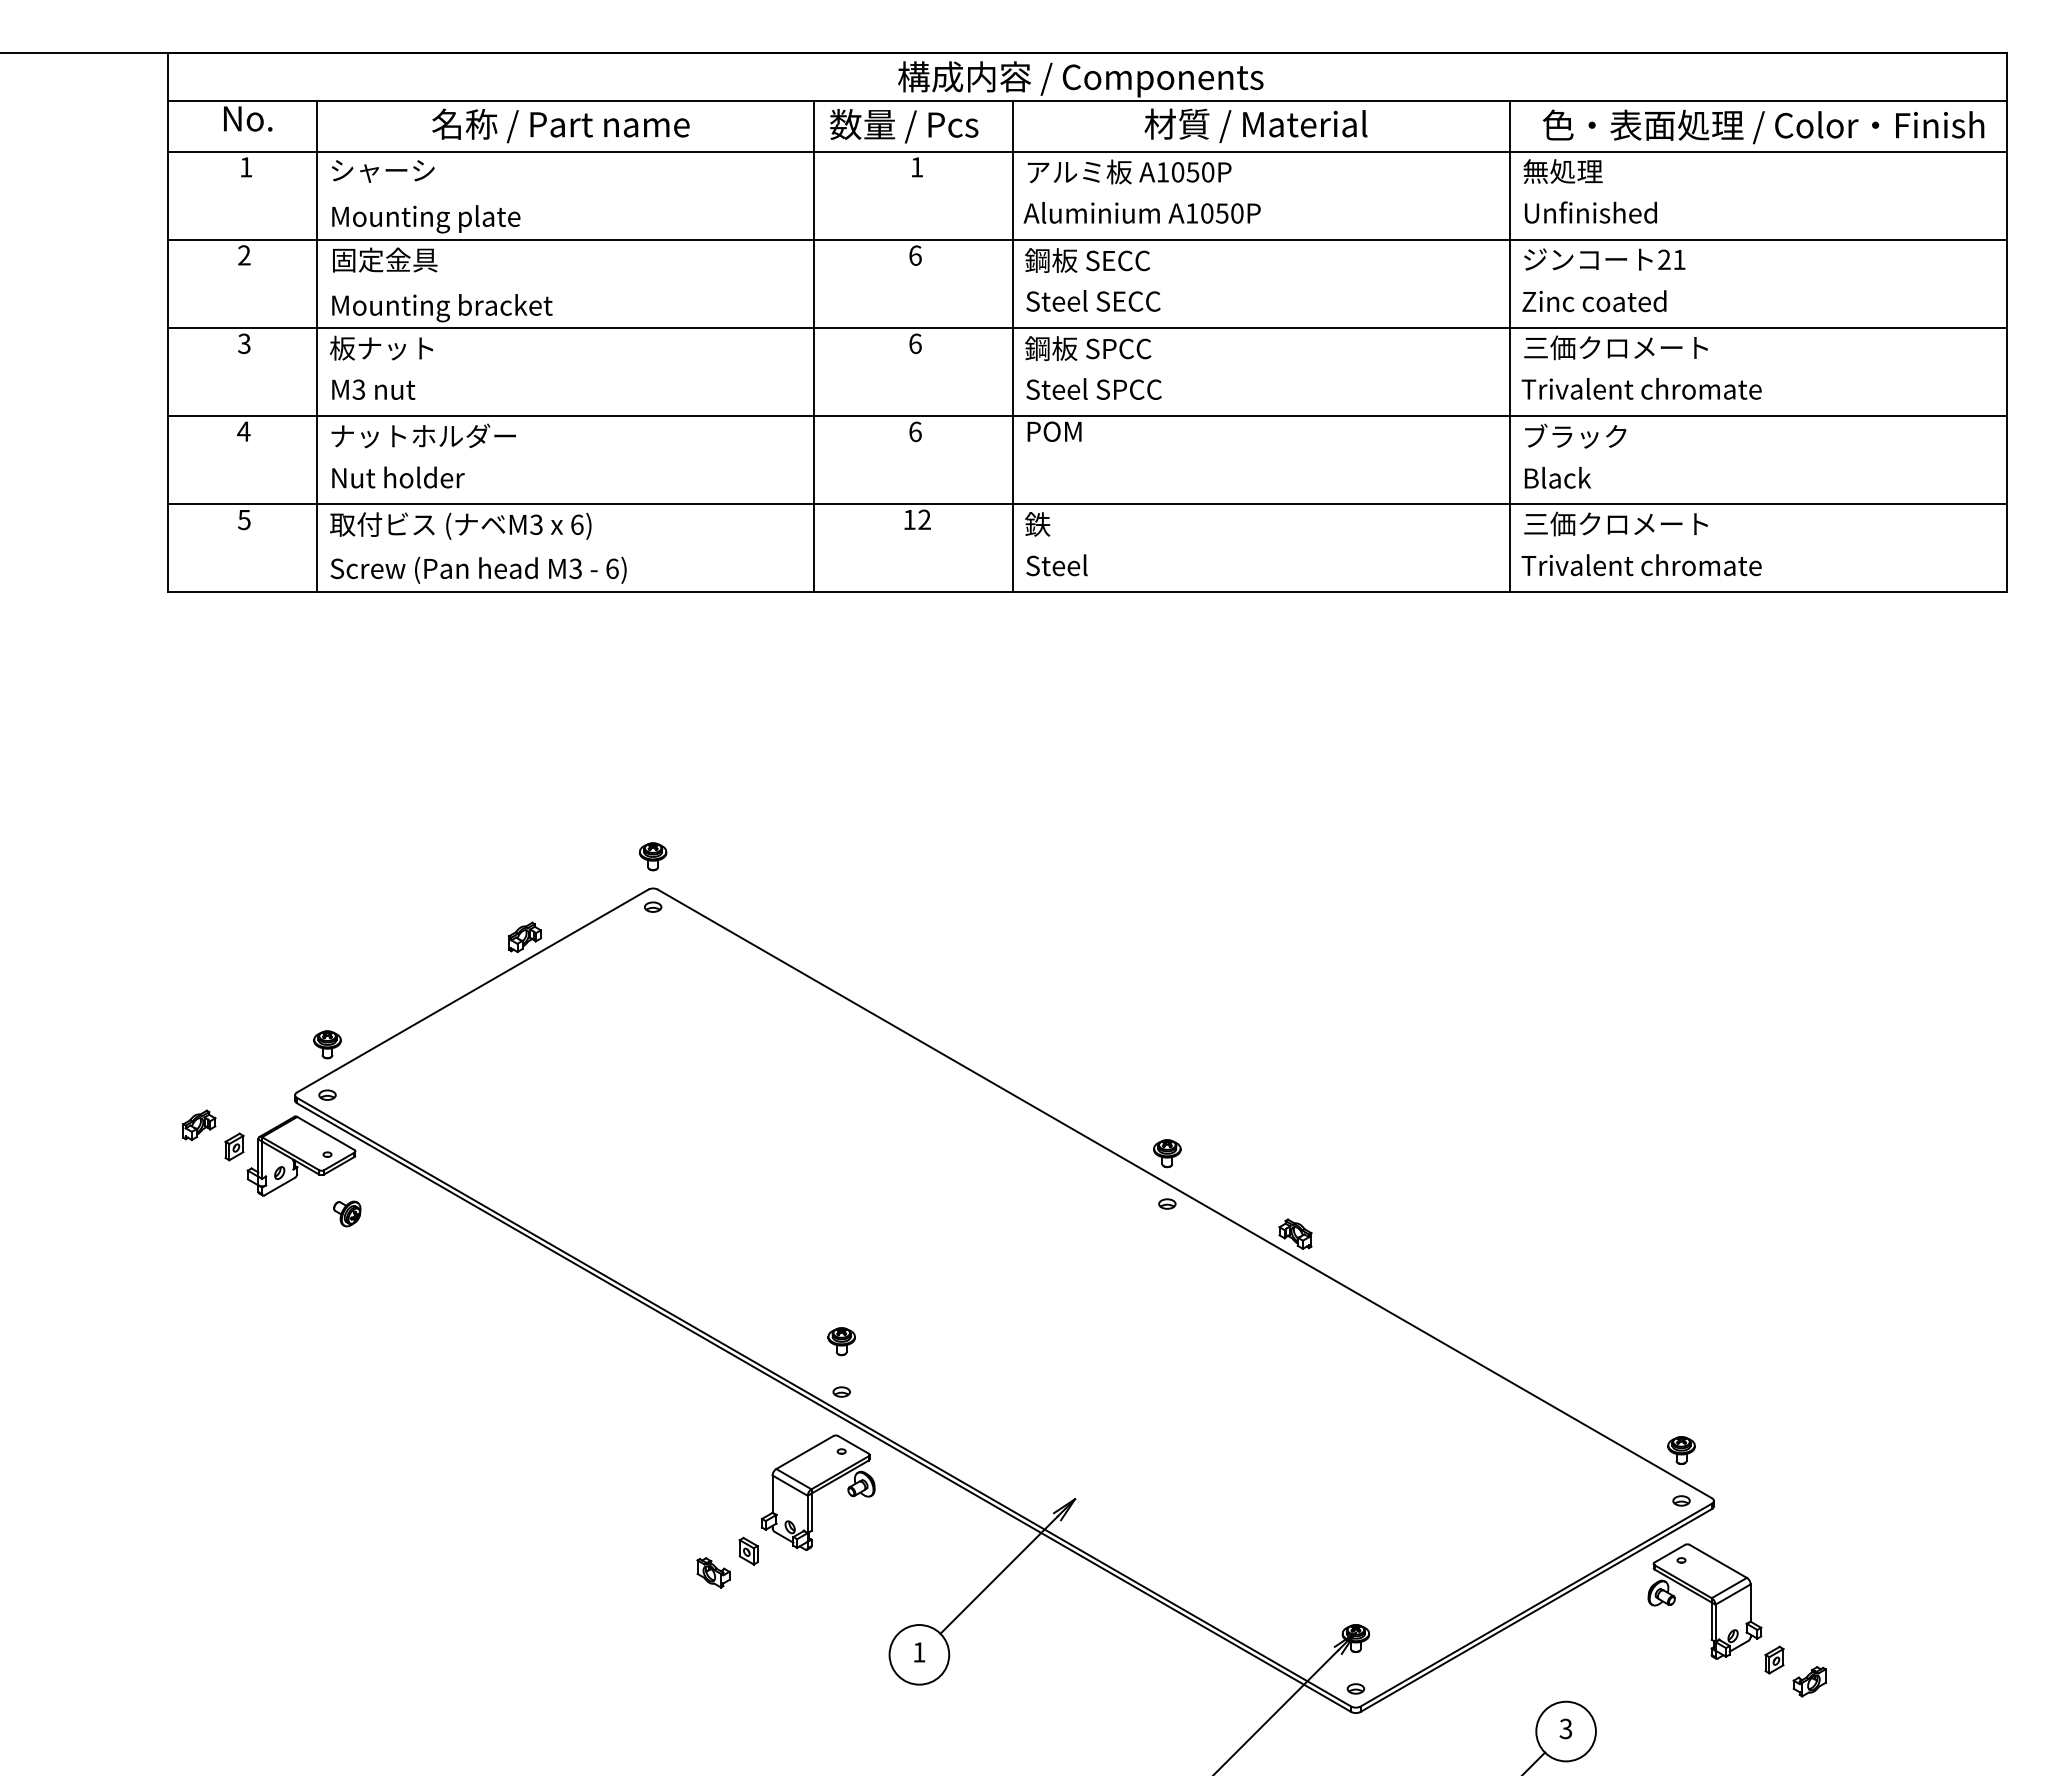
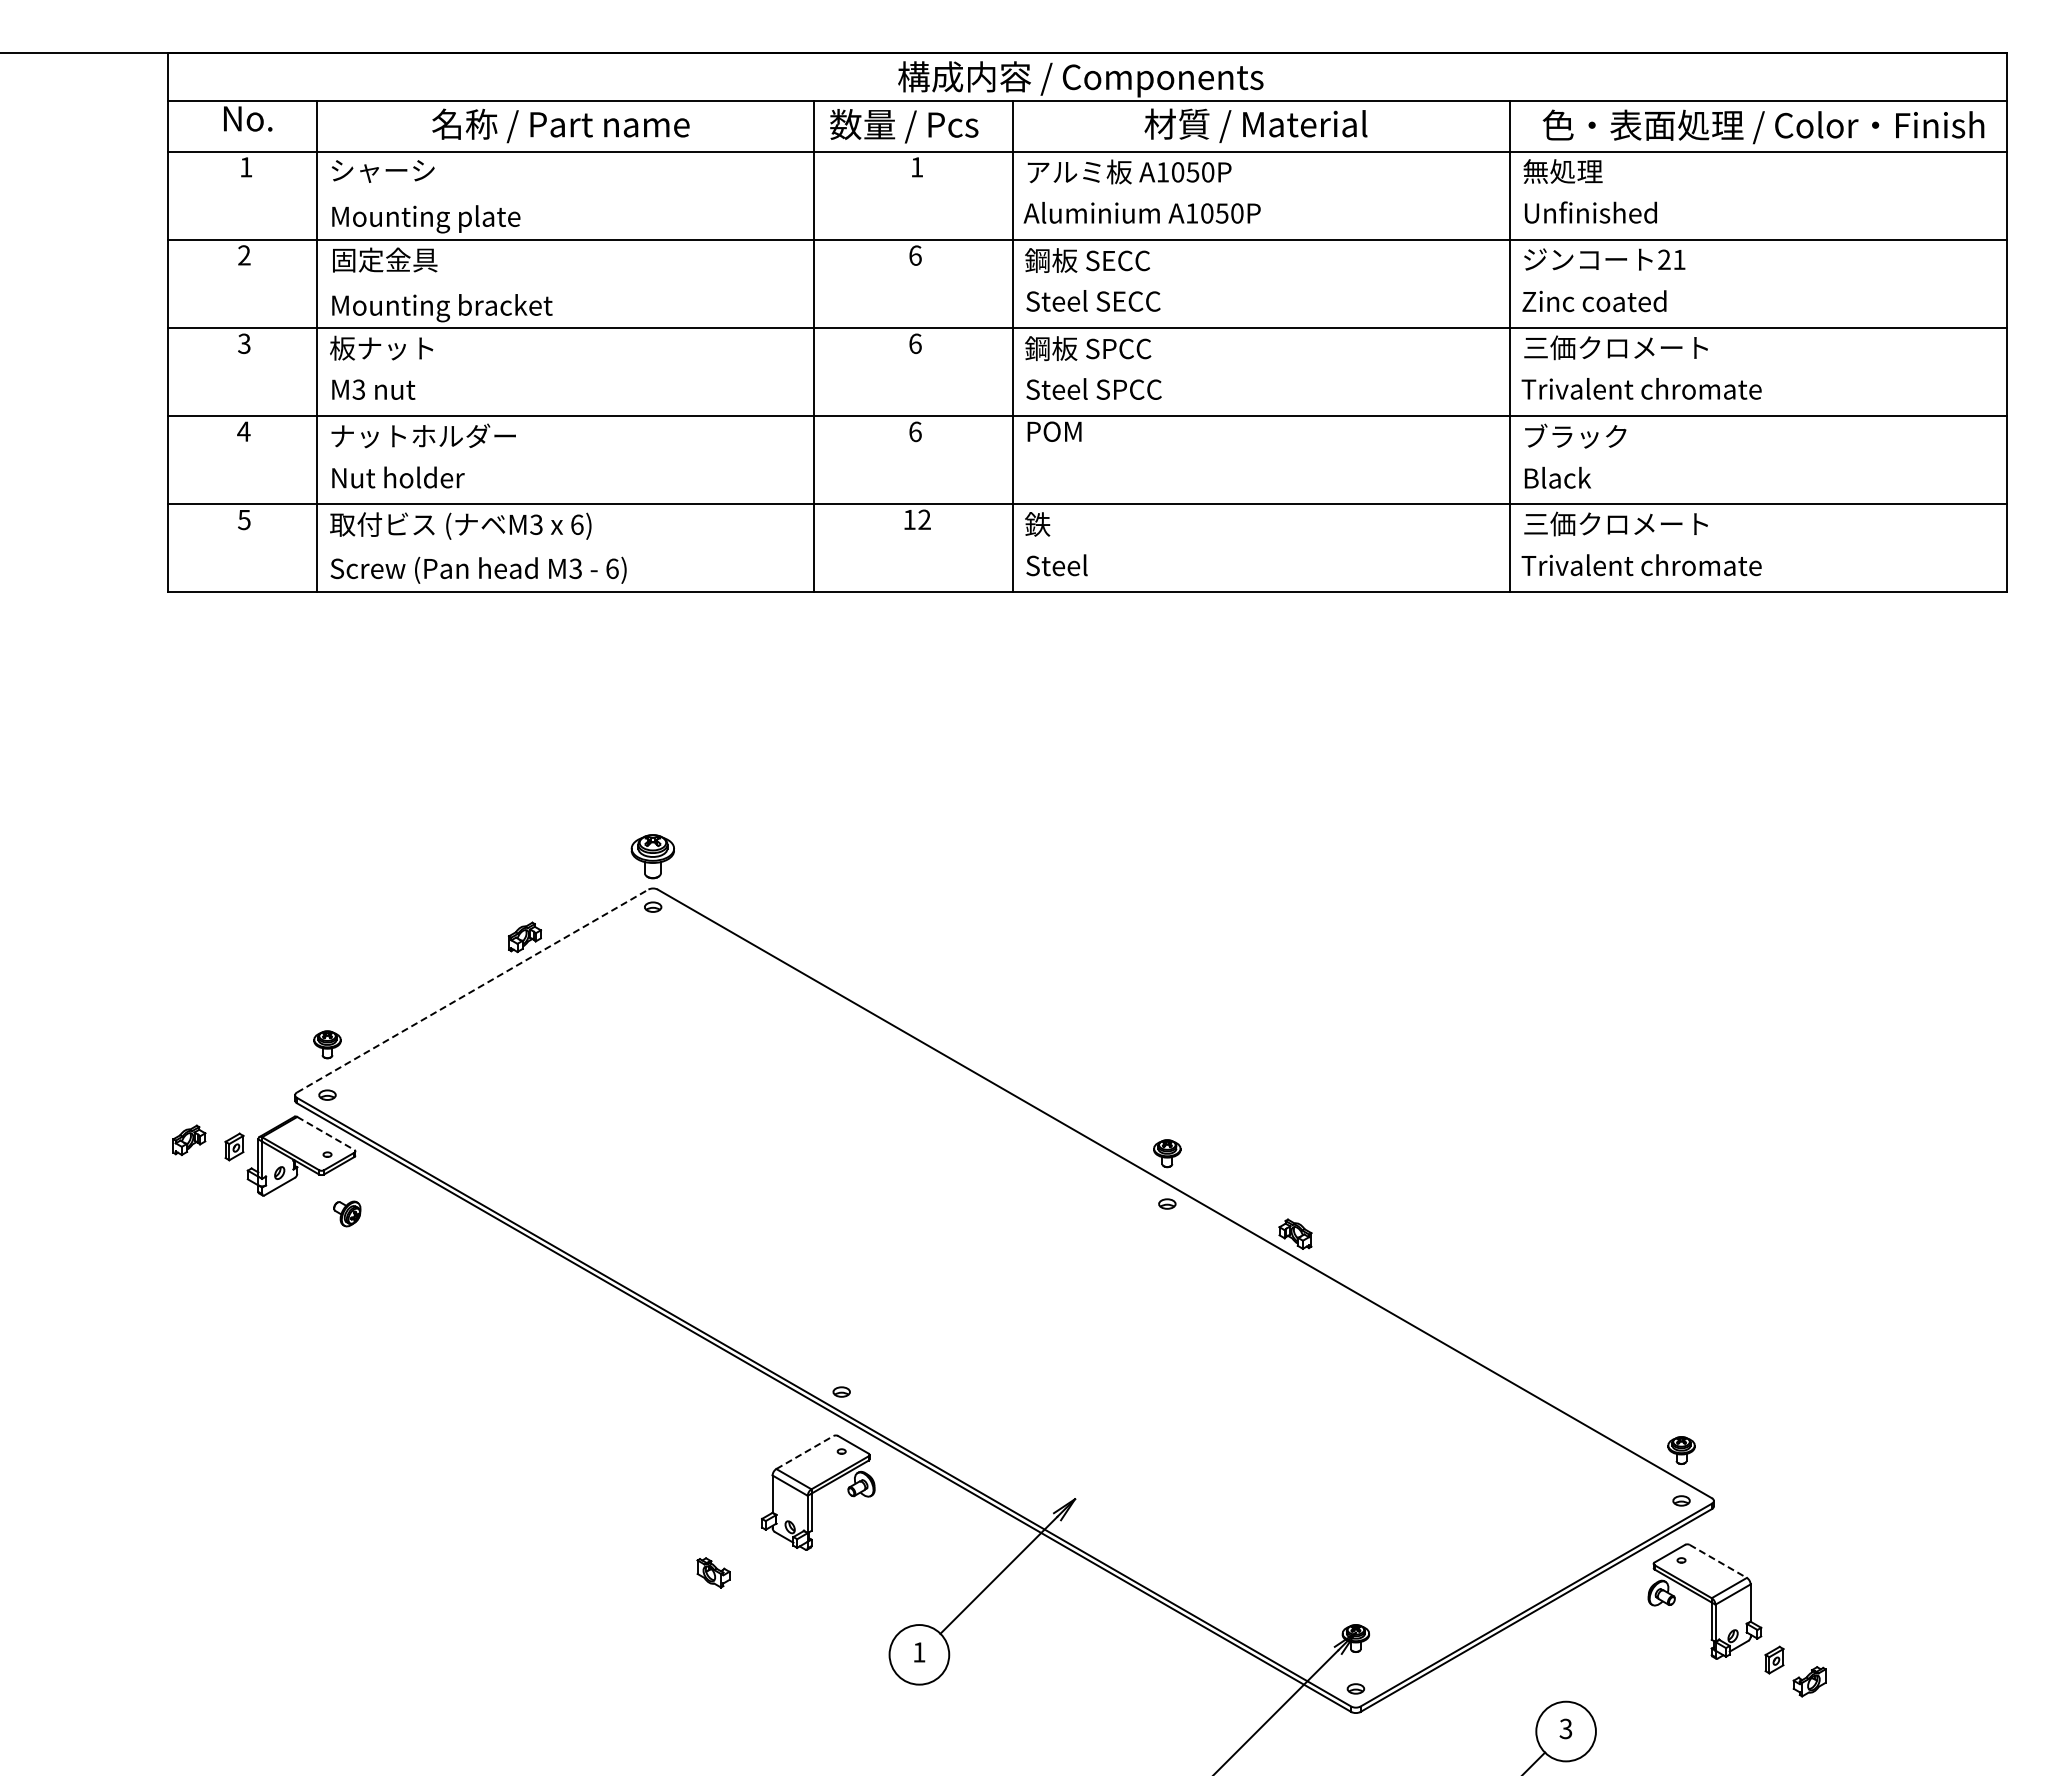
part at (653, 856) size: 29x30 px -> 45x46 px
line at (472, 991): solid -> dashed
part at (199, 1124) position: (199, 1124) -> (189, 1139)
line at (326, 1133): solid -> dashed
part at (841, 1341): present -> none
line at (805, 1452): solid -> dashed
part at (748, 1550): present -> none
line at (1718, 1561): solid -> dashed
